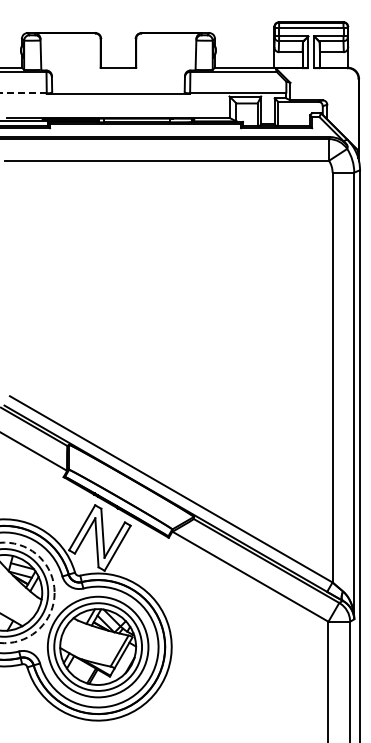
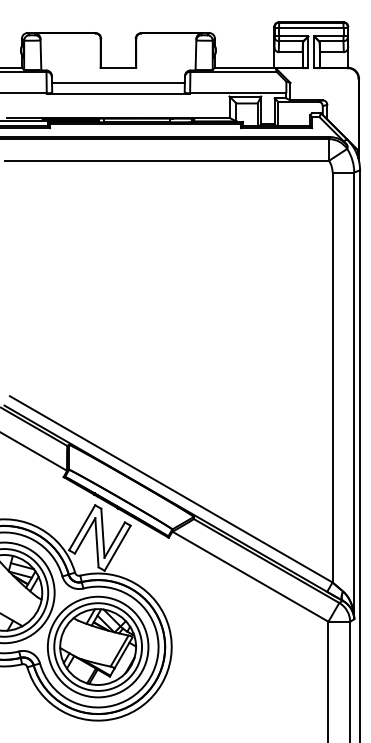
line at (118, 82): none -> present
line at (22, 93): dashed -> solid
circle at (27, 592): dashed -> solid
